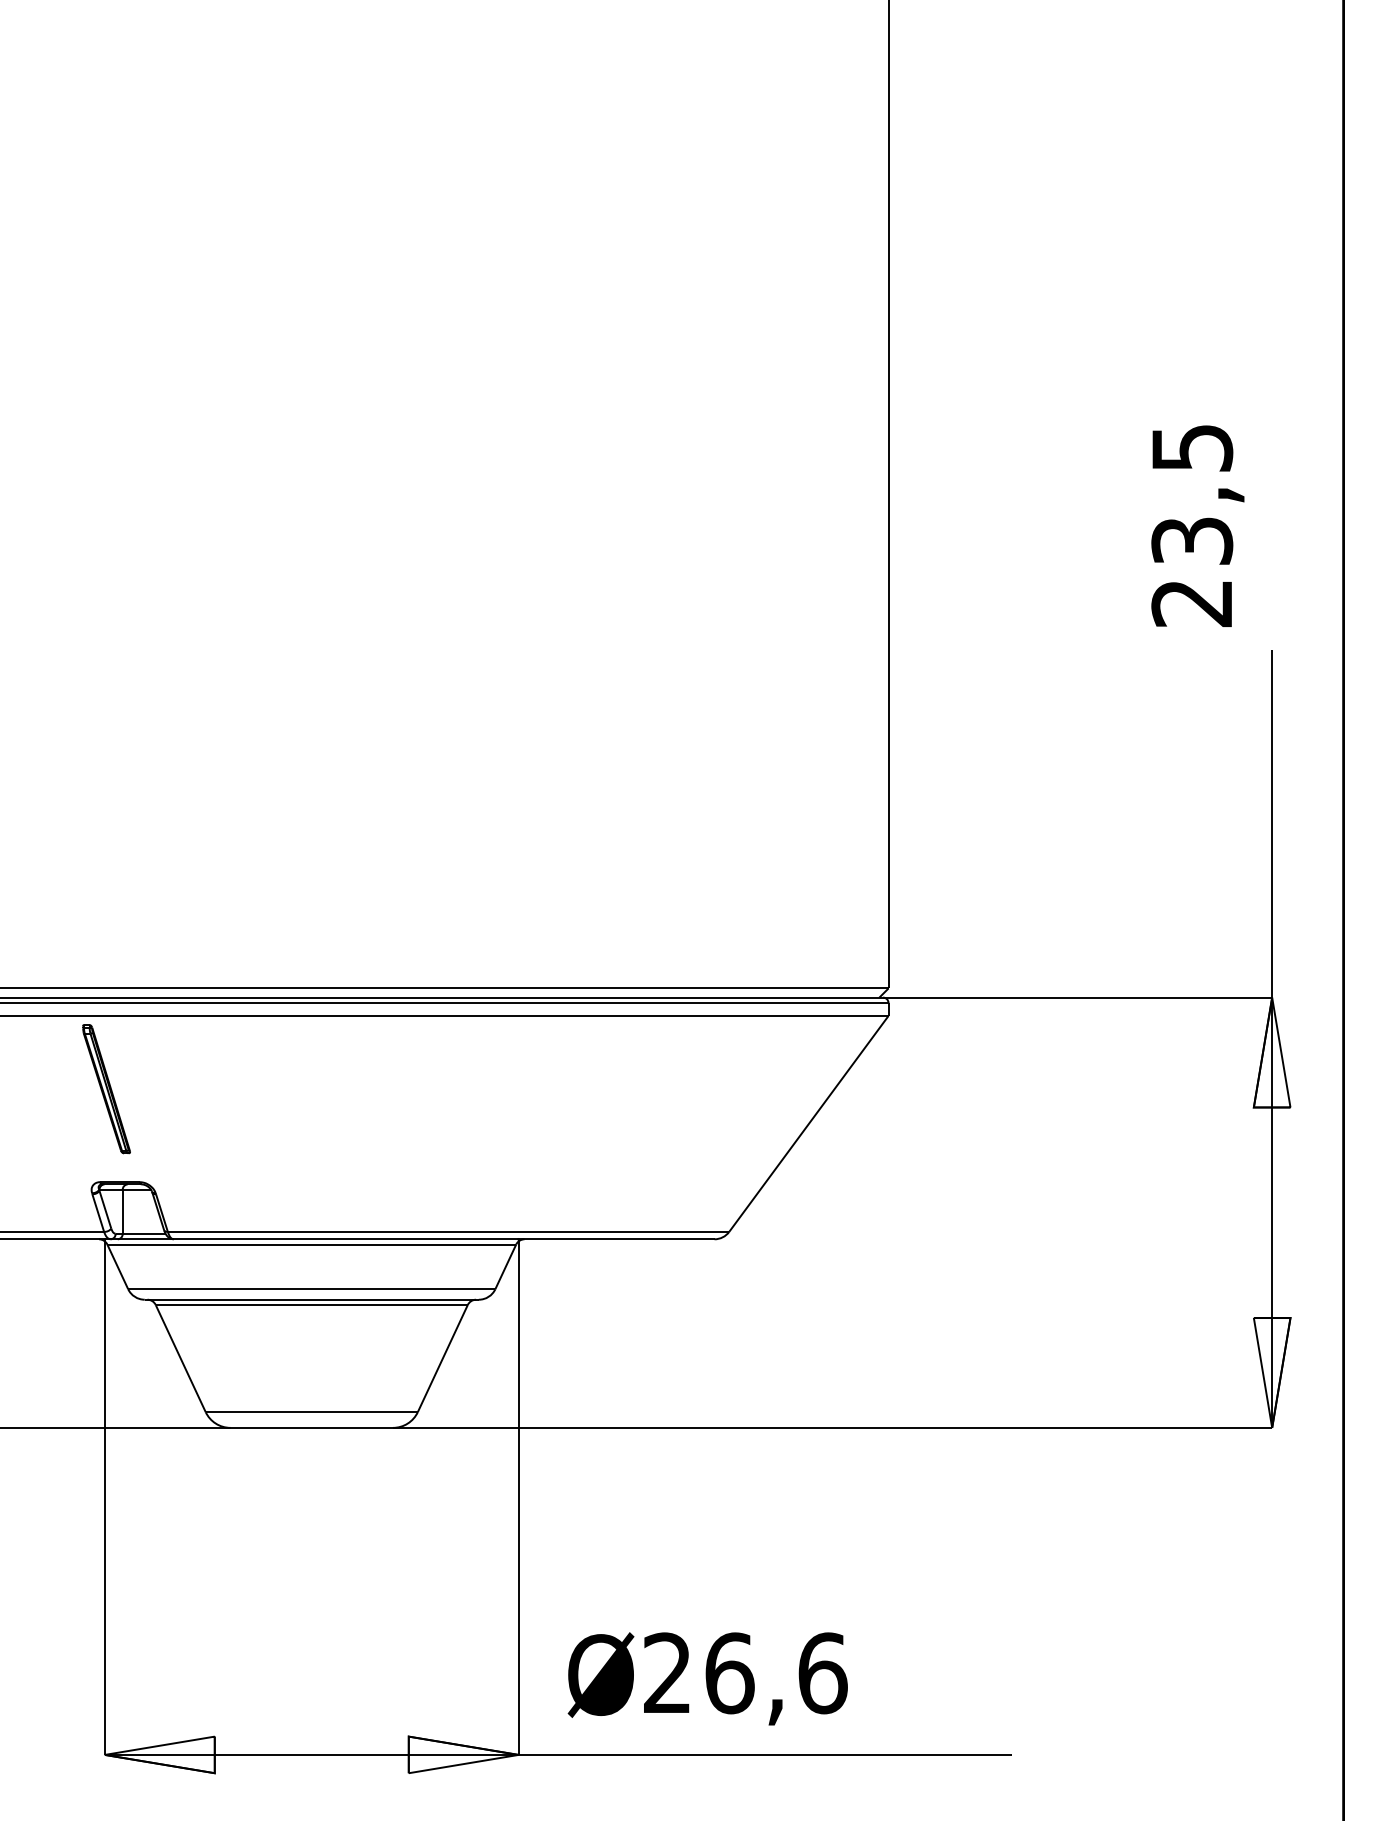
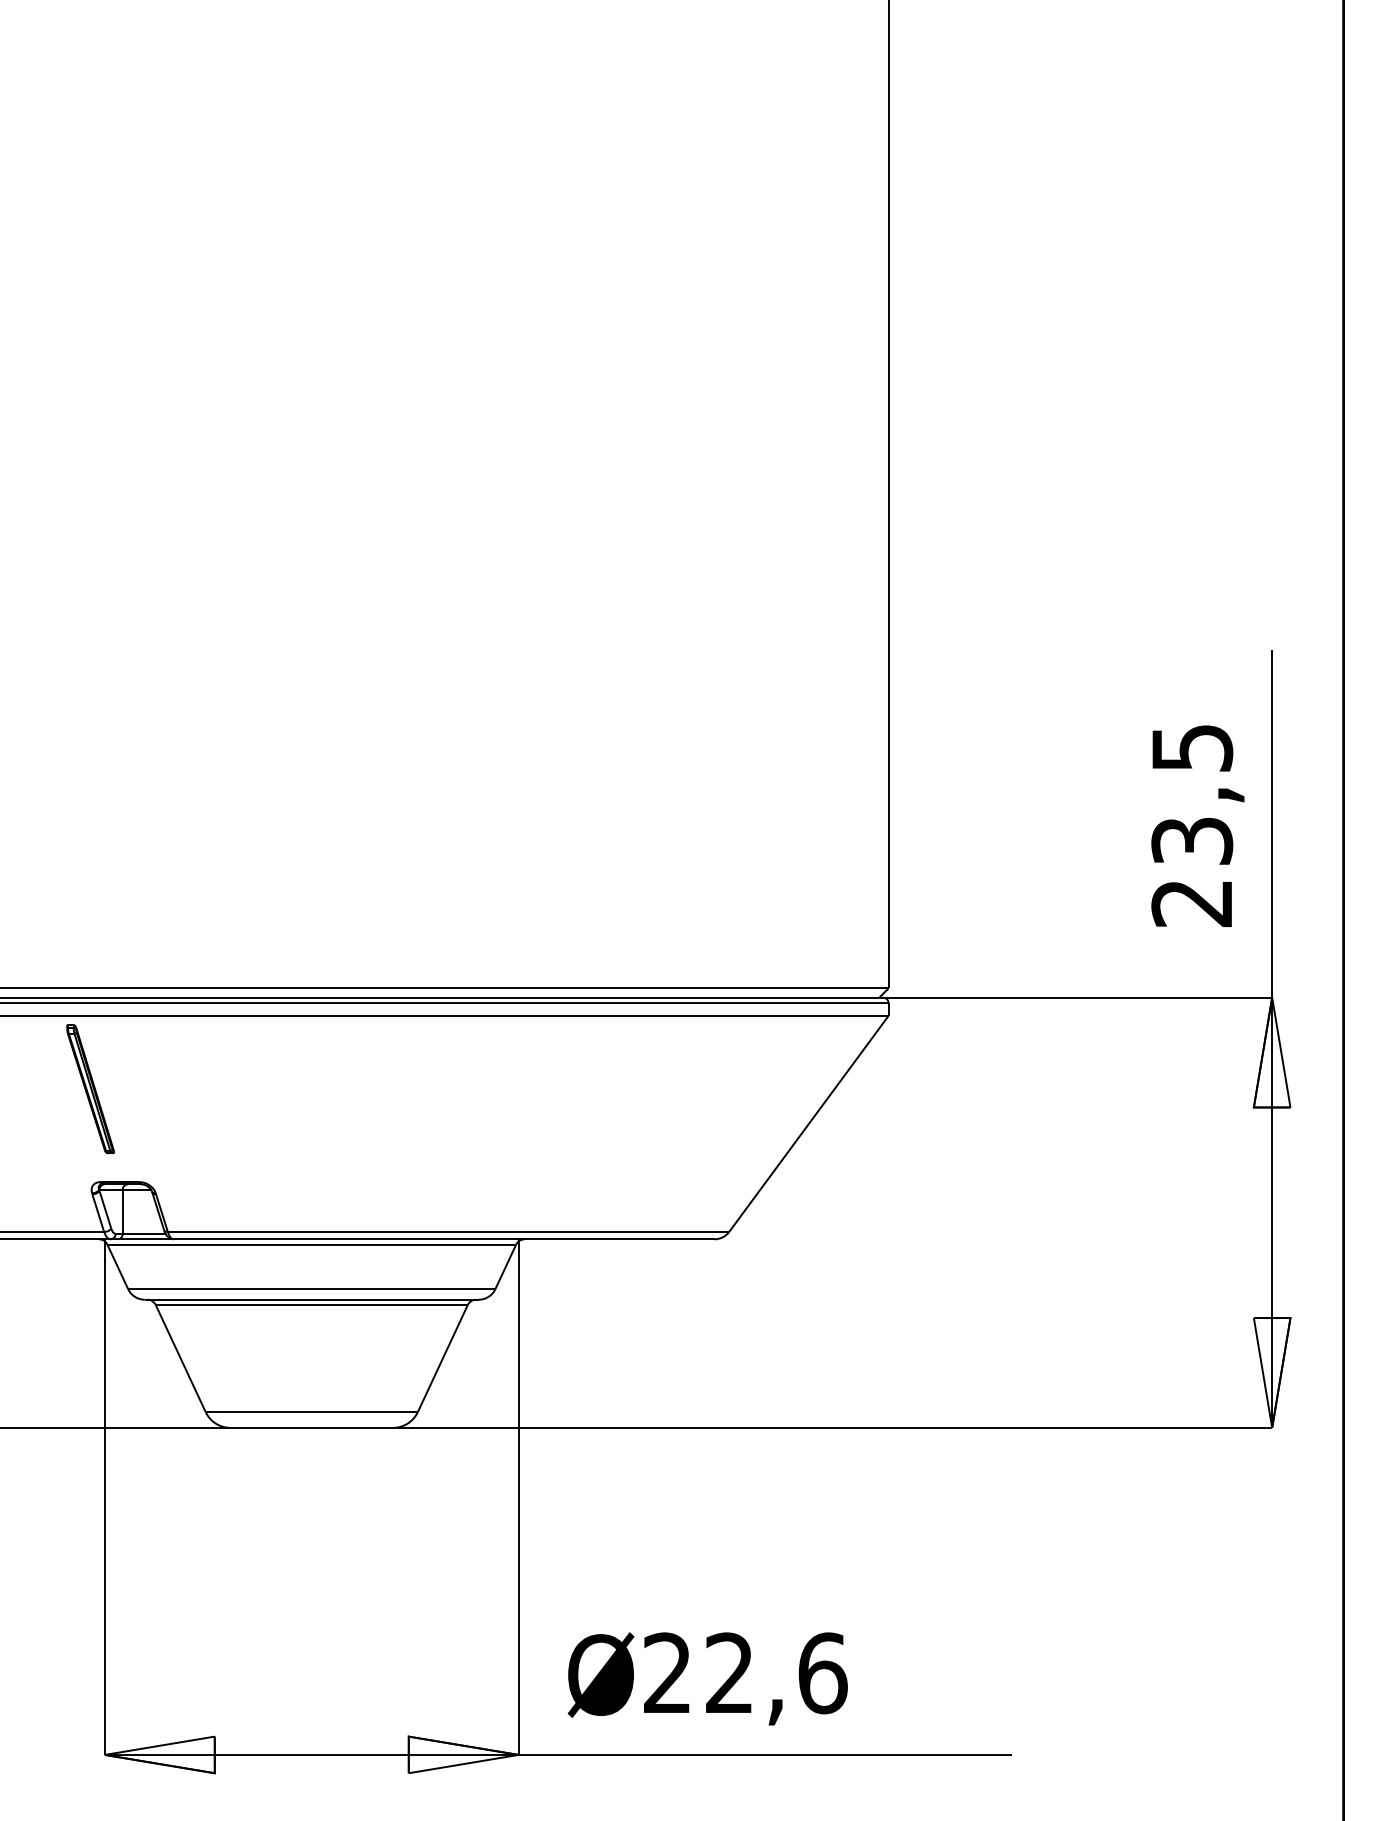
text at (1197, 525) position: (1197, 525) -> (1197, 825)
part at (106, 1089) position: (106, 1089) -> (90, 1089)
text at (729, 1673): 26,6 -> 22,6
